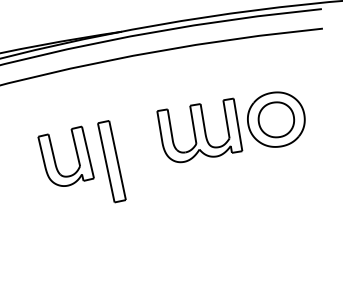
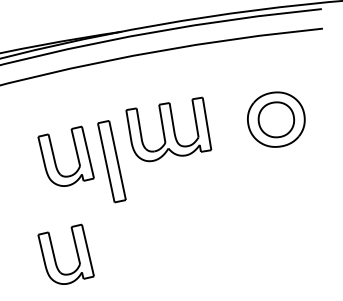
part at (199, 130) position: (199, 130) -> (168, 129)
part at (55, 256): none -> present
